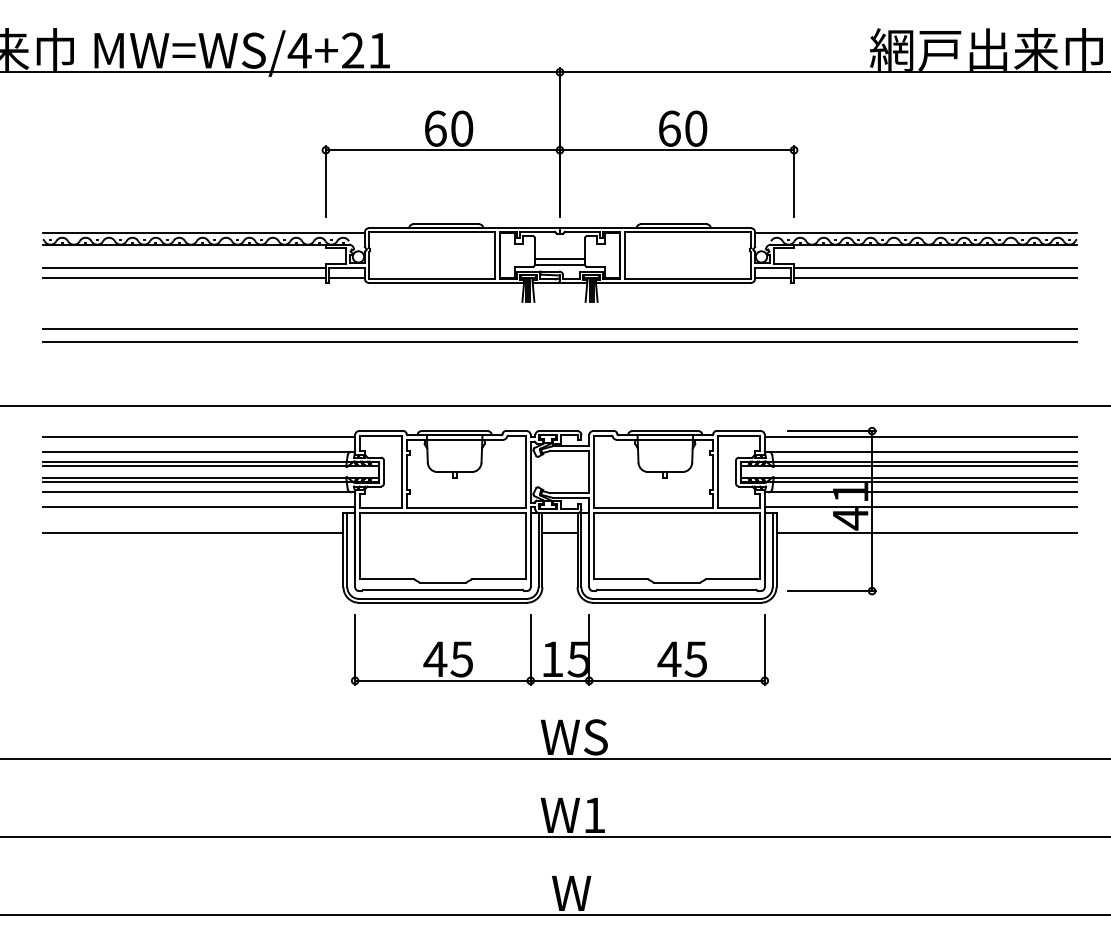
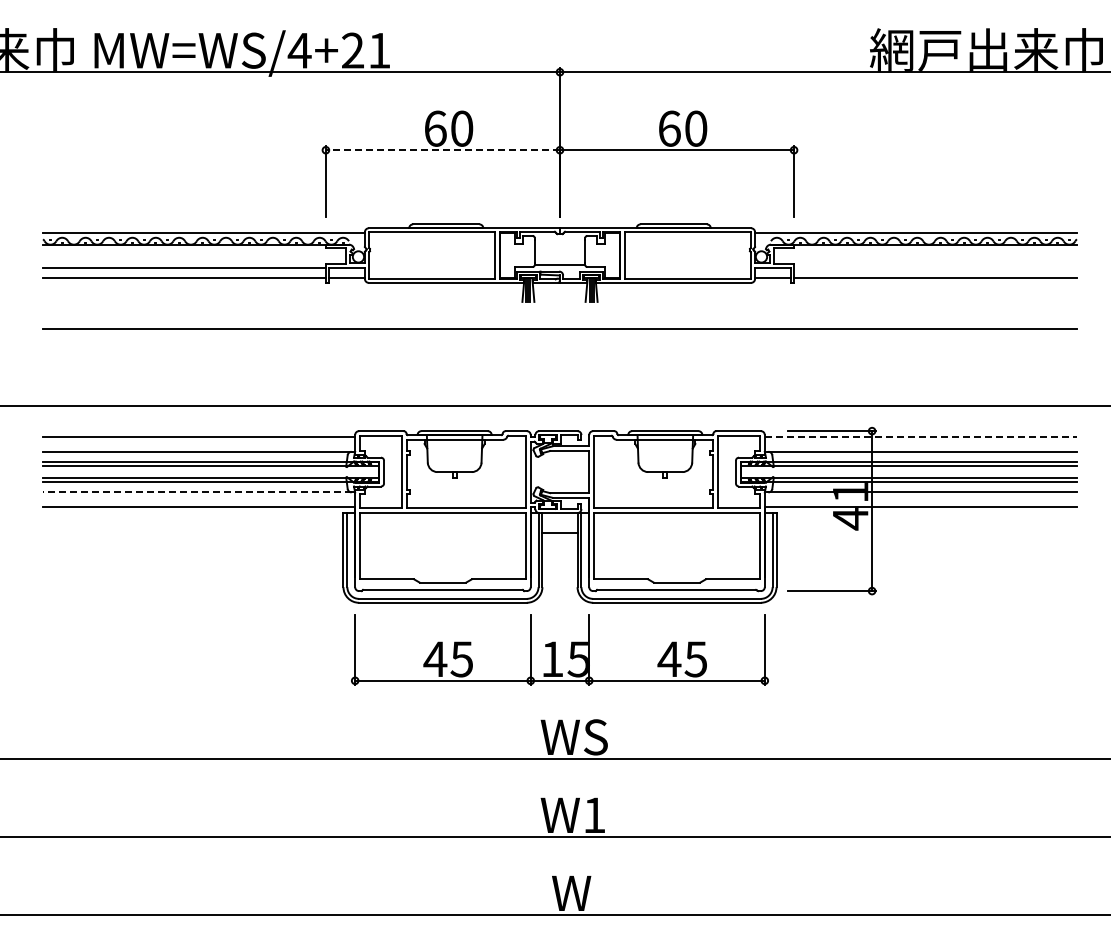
line at (442, 150): solid -> dashed
line at (559, 259): present -> none
line at (935, 267): present -> none
line at (559, 342): present -> none
line at (921, 436): solid -> dashed
line at (196, 492): solid -> dashed
line at (193, 532): present -> none
line at (926, 532): present -> none
